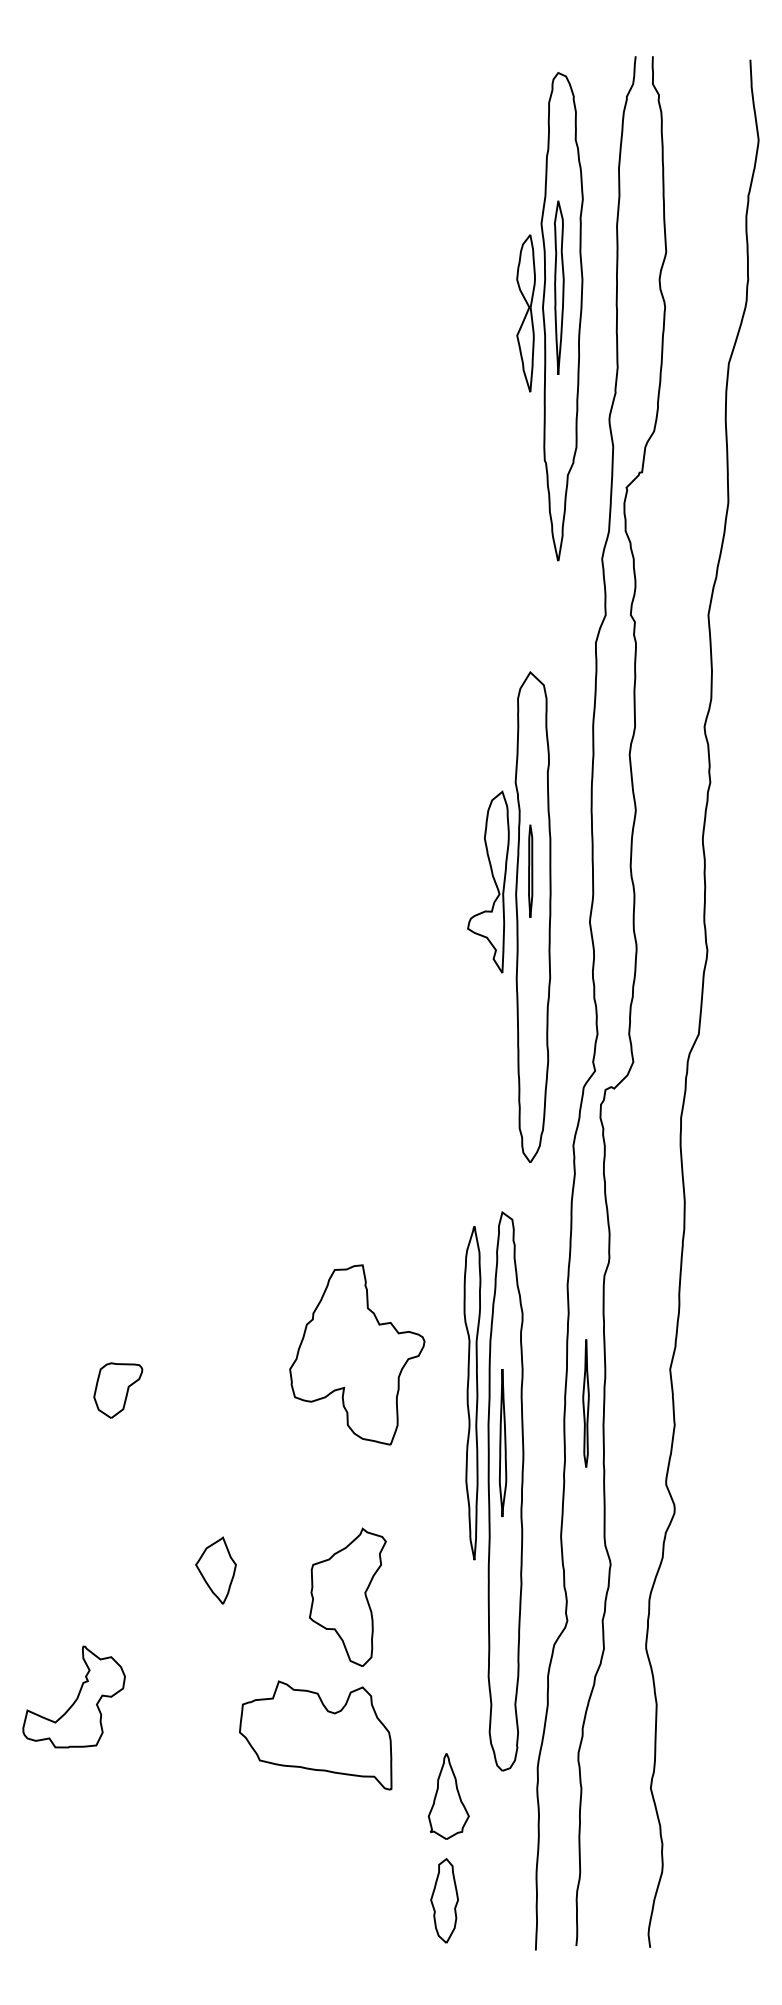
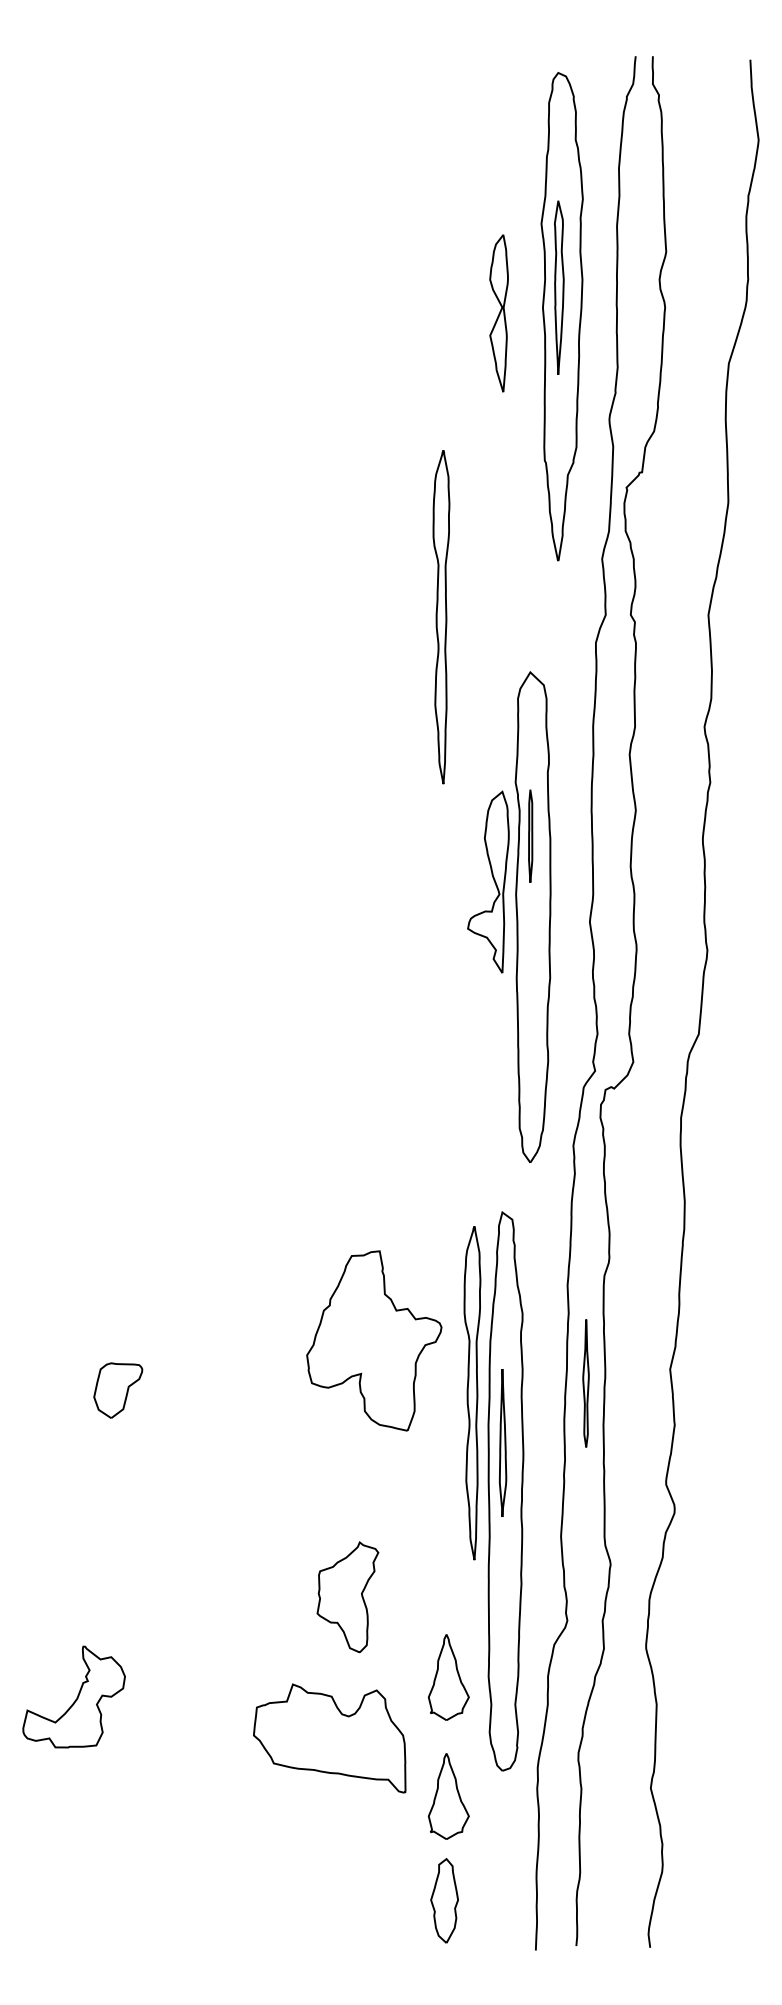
part at (525, 313) position: (525, 313) -> (498, 313)
part at (441, 617): none -> present
part at (530, 870) position: (530, 870) -> (530, 835)
part at (357, 1354) position: (357, 1354) -> (374, 1340)
part at (585, 1403) position: (585, 1403) -> (585, 1383)
part at (215, 1570): present -> none
part at (347, 1596) size: 78x140 px -> 64x113 px
part at (448, 1677): none -> present
part at (315, 1735) position: (315, 1735) -> (329, 1738)
